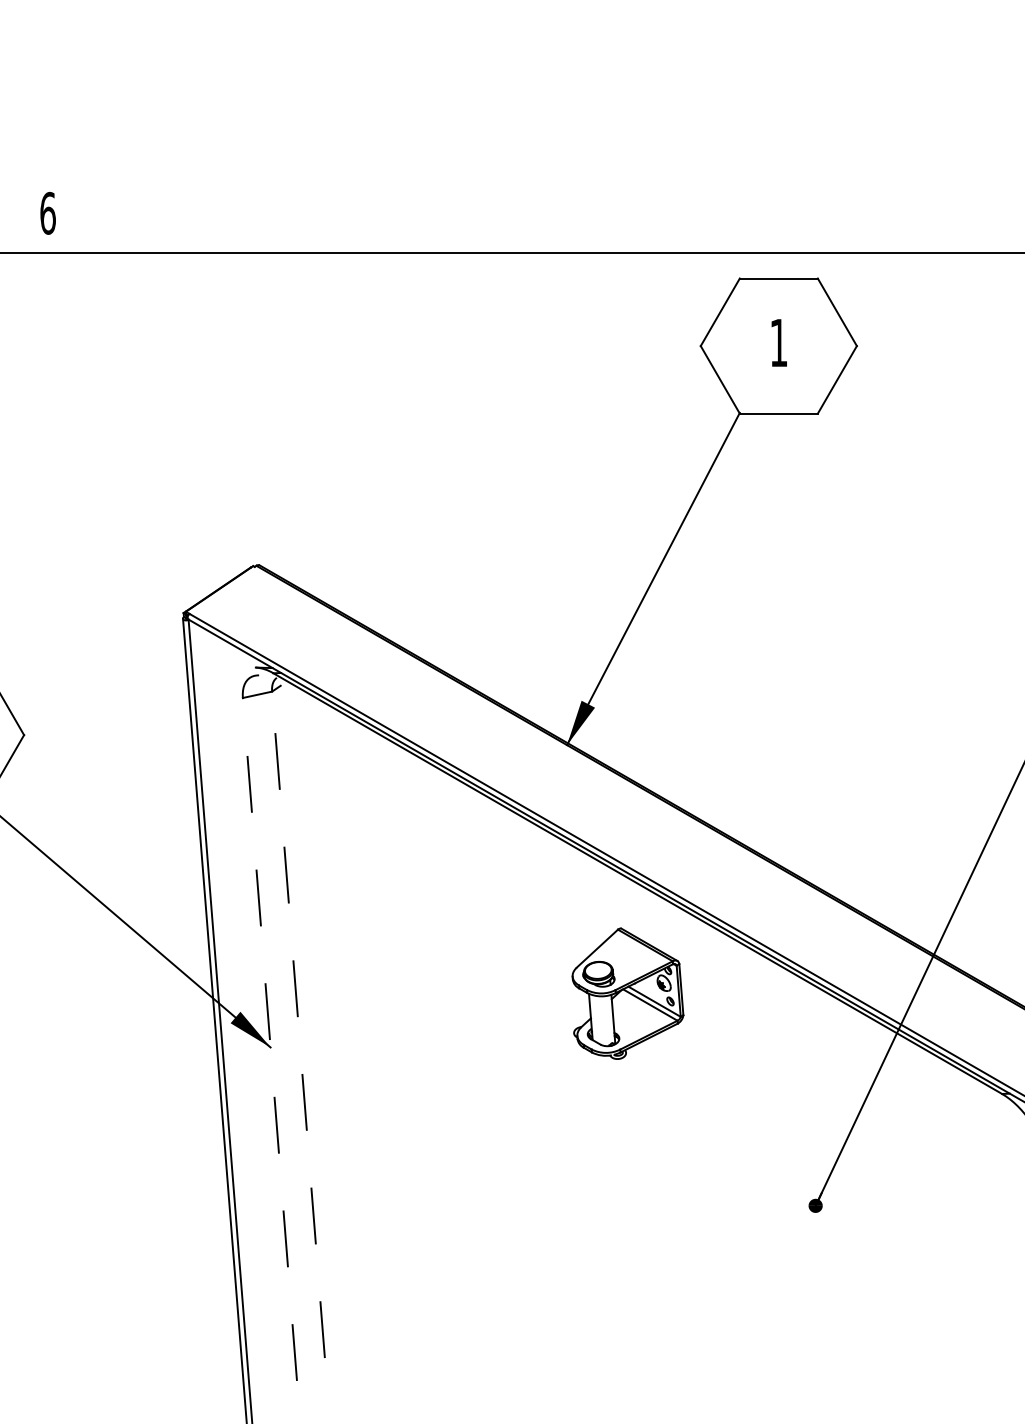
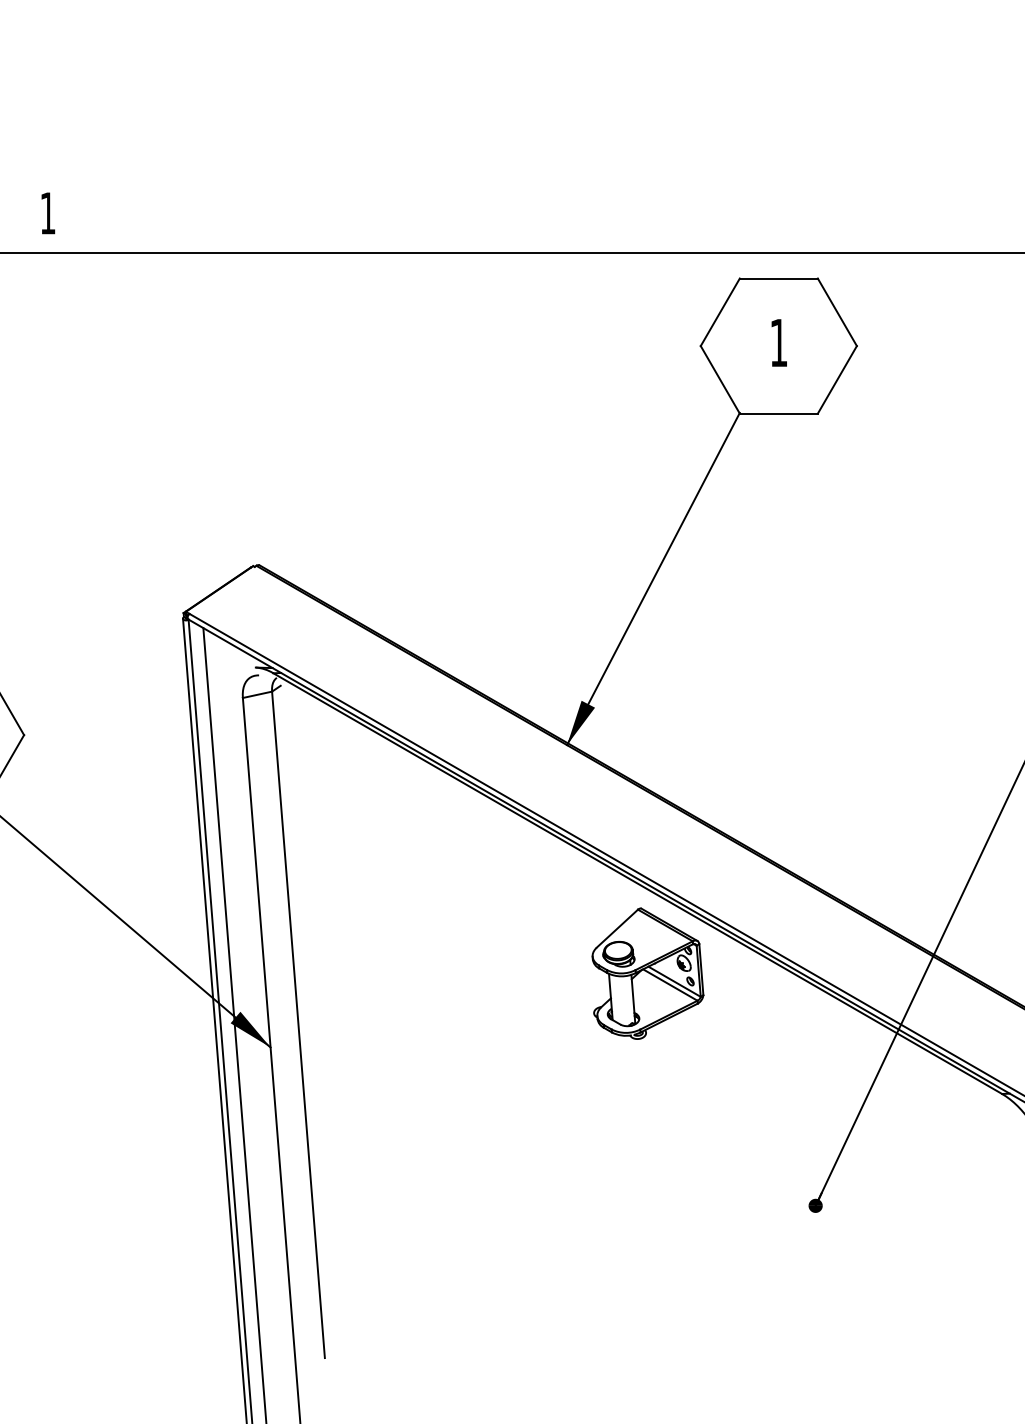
text at (47, 212): 6 -> 1
part at (627, 993) position: (627, 993) -> (647, 973)
line at (234, 1024): none -> present
line at (298, 1024): dashed -> solid
line at (271, 1060): dashed -> solid
